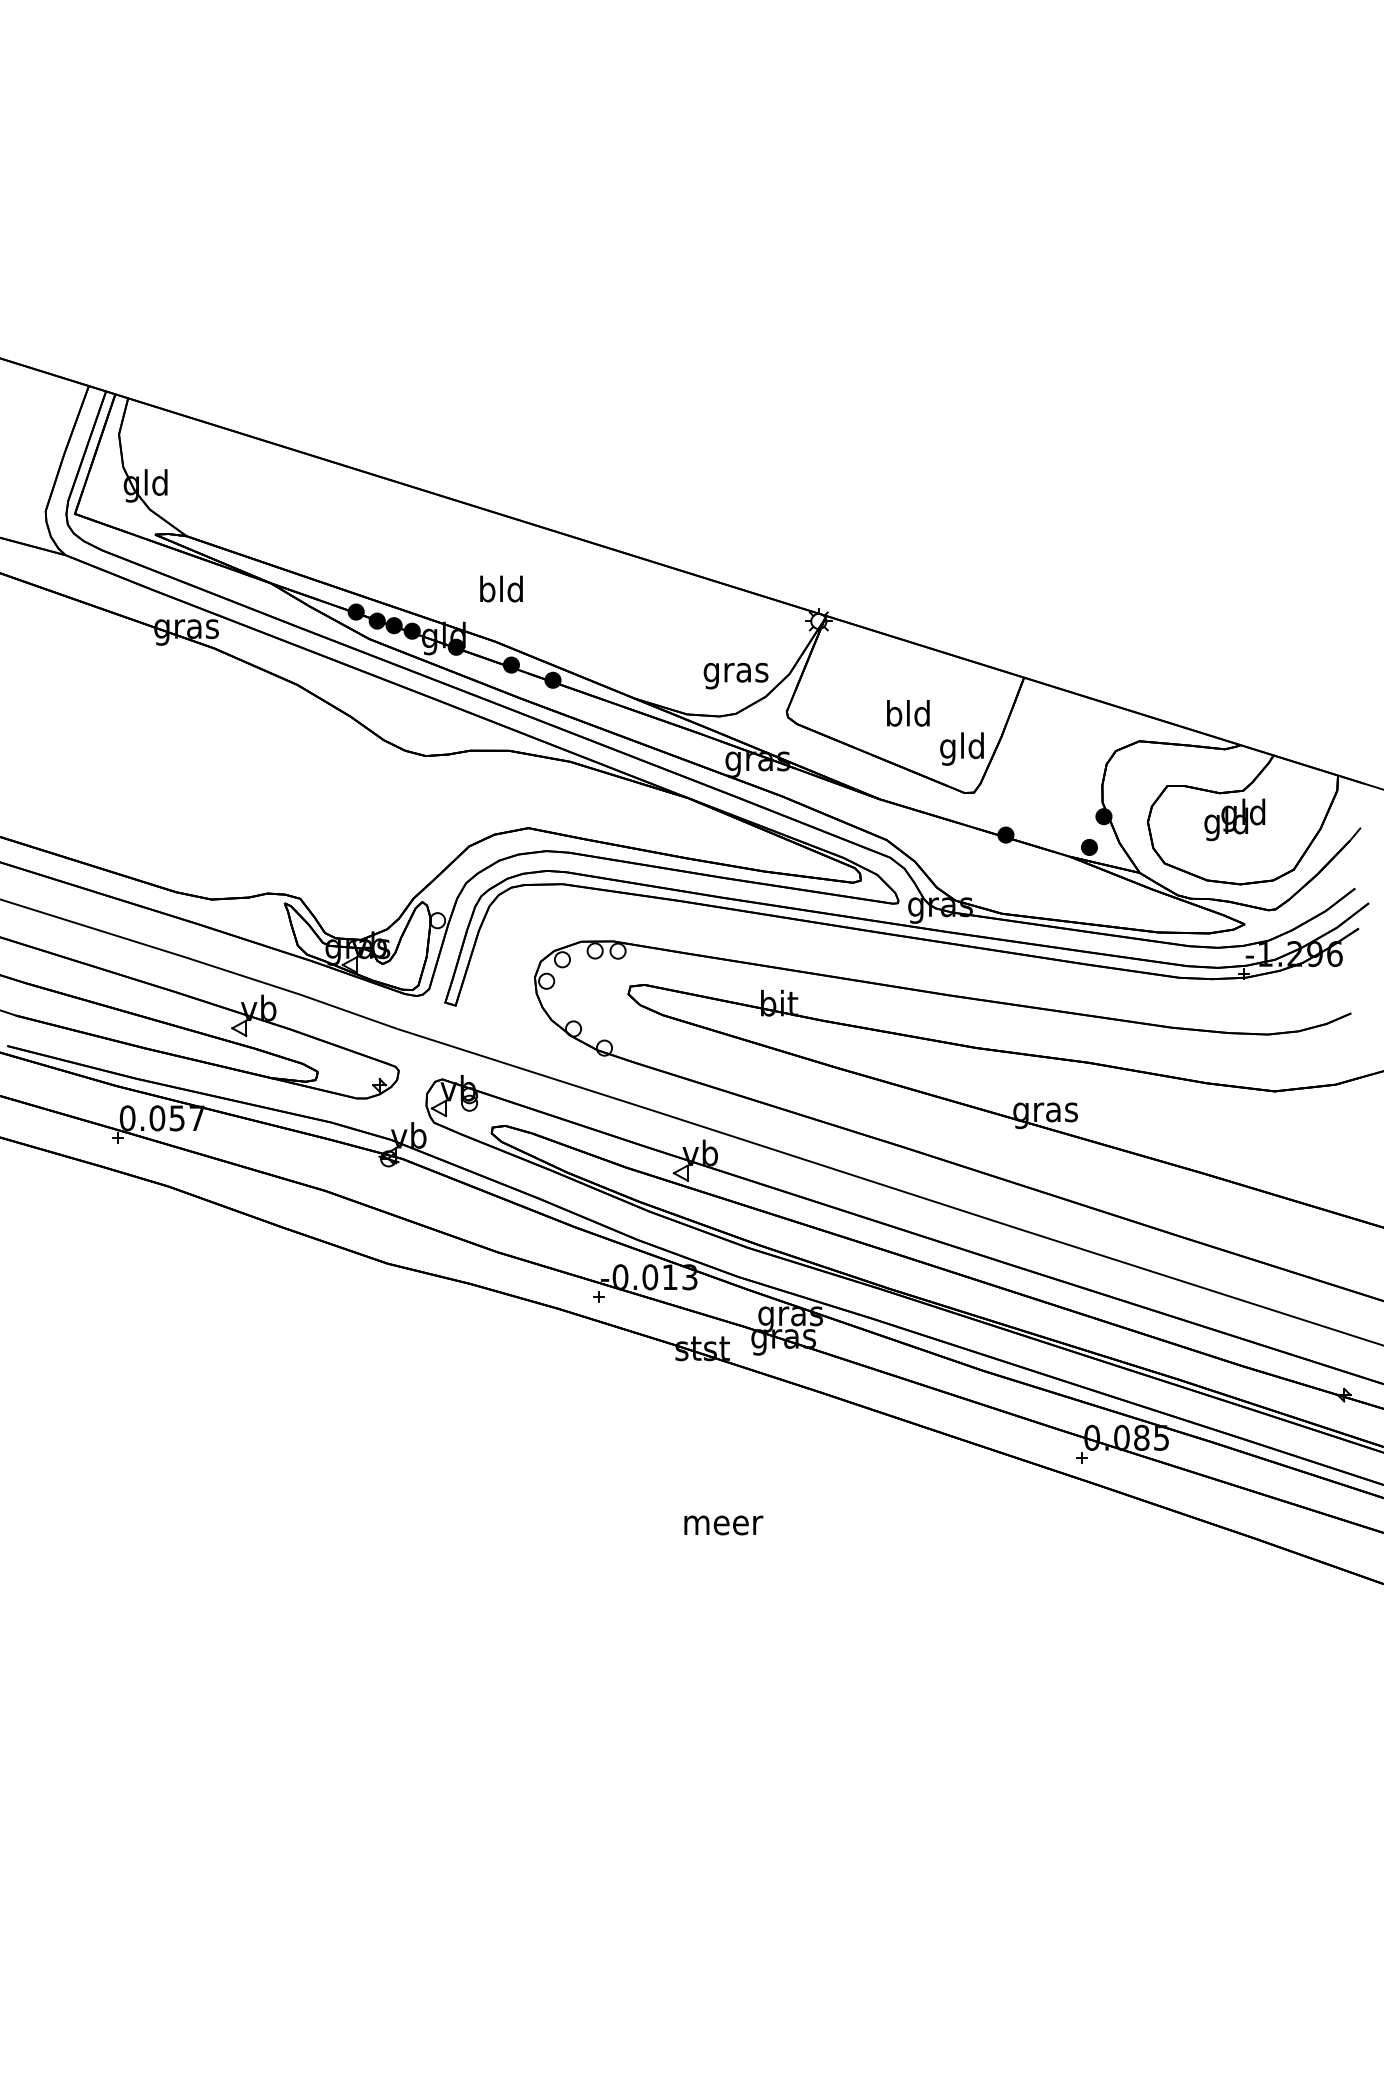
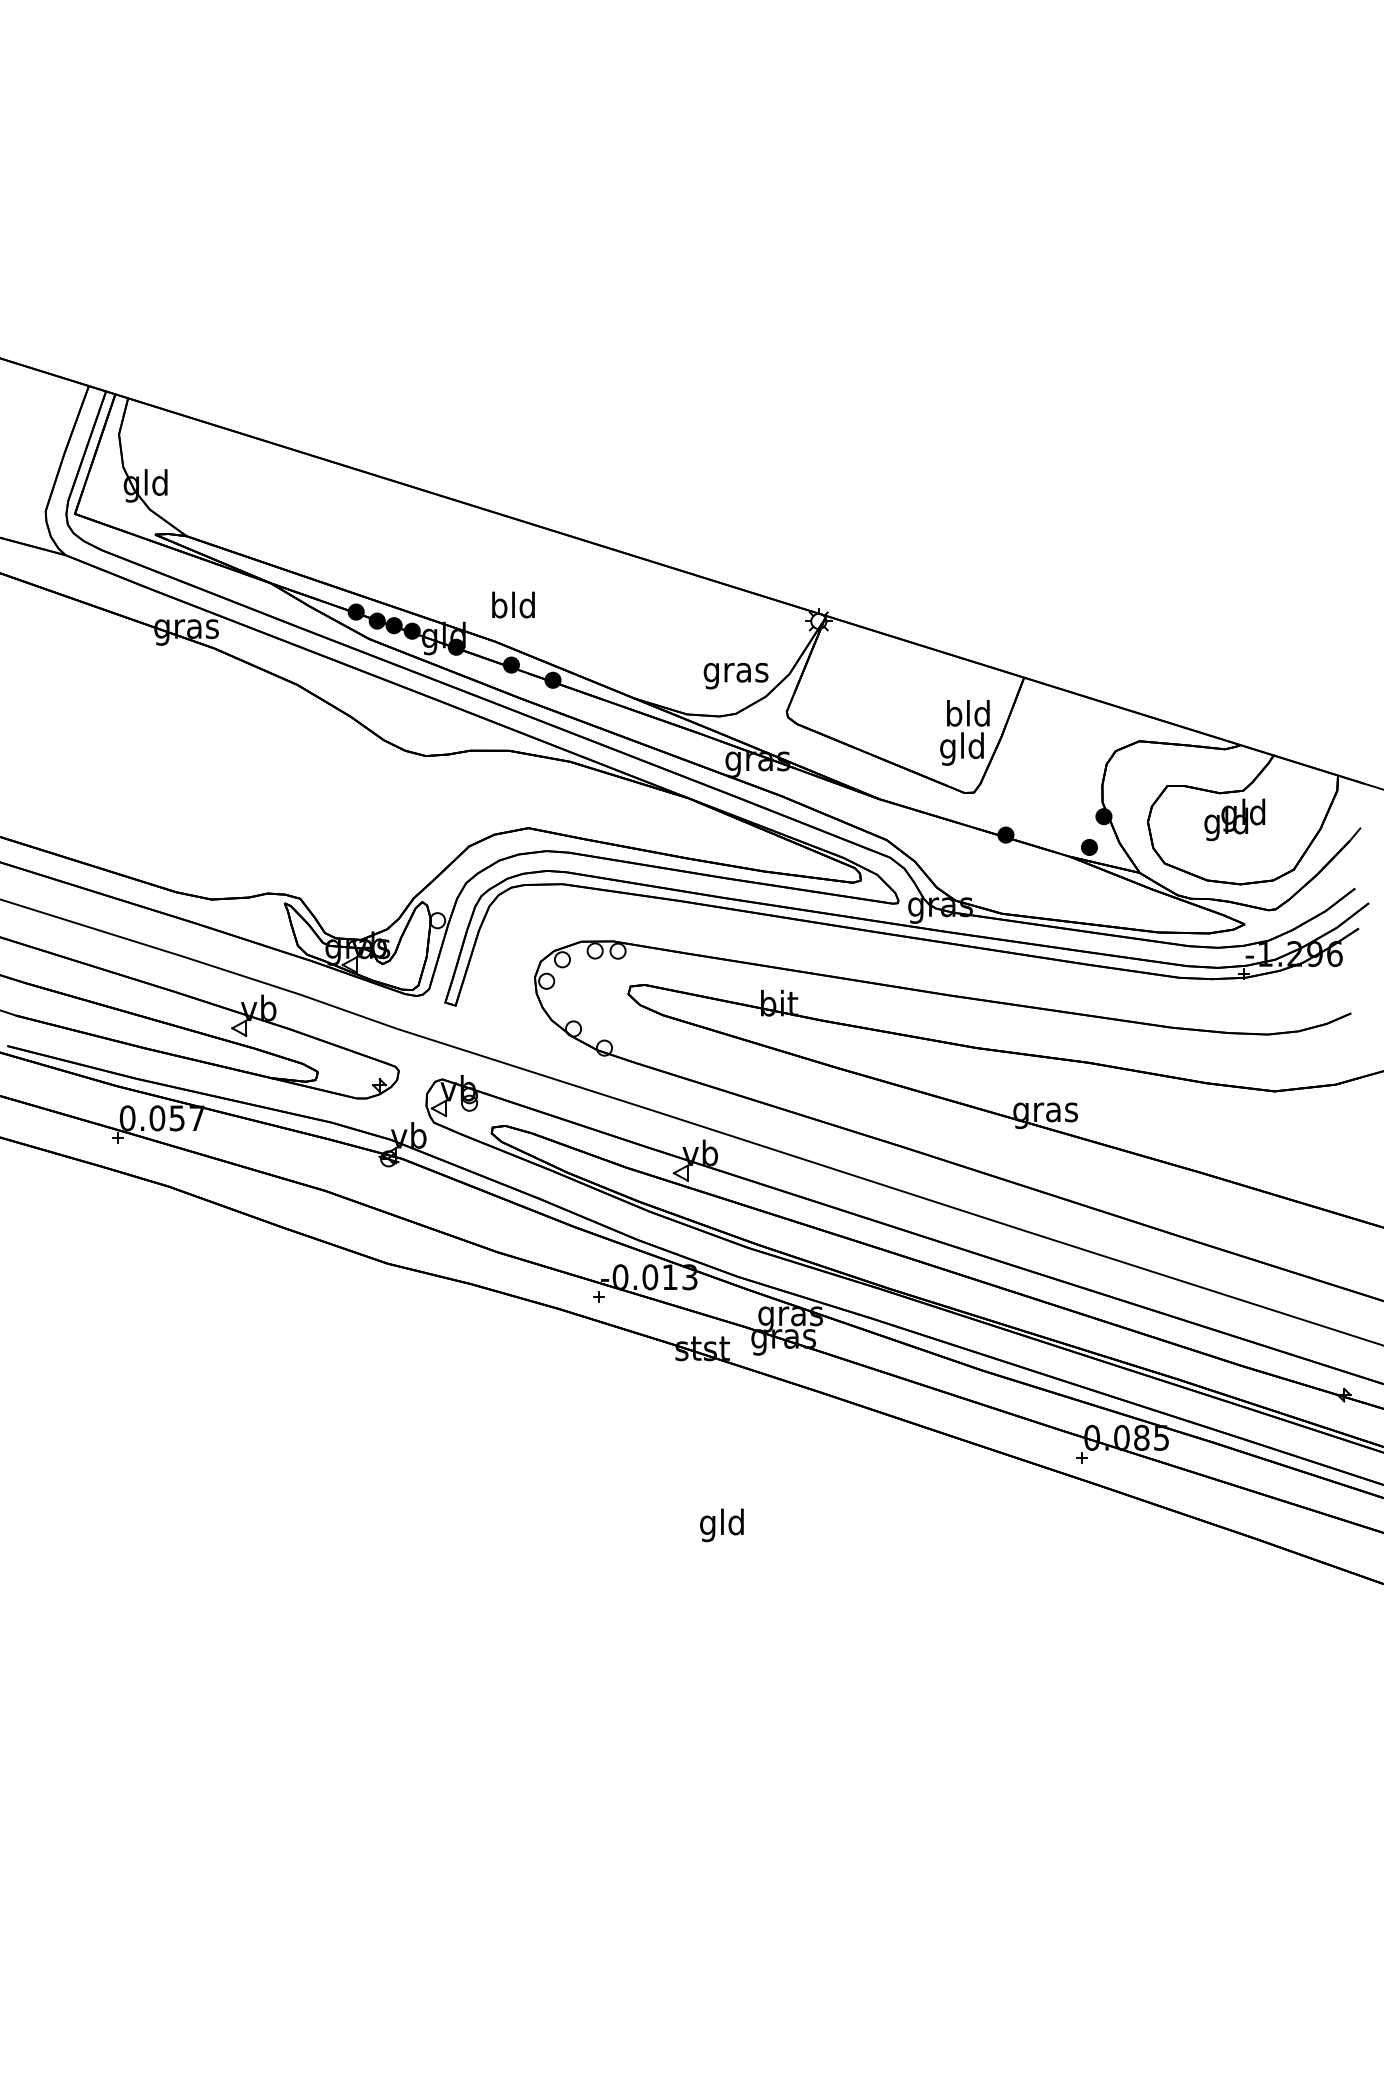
text at (501, 588) position: (501, 588) -> (513, 604)
text at (908, 713) position: (908, 713) -> (968, 713)
text at (723, 1525): meer -> gld
